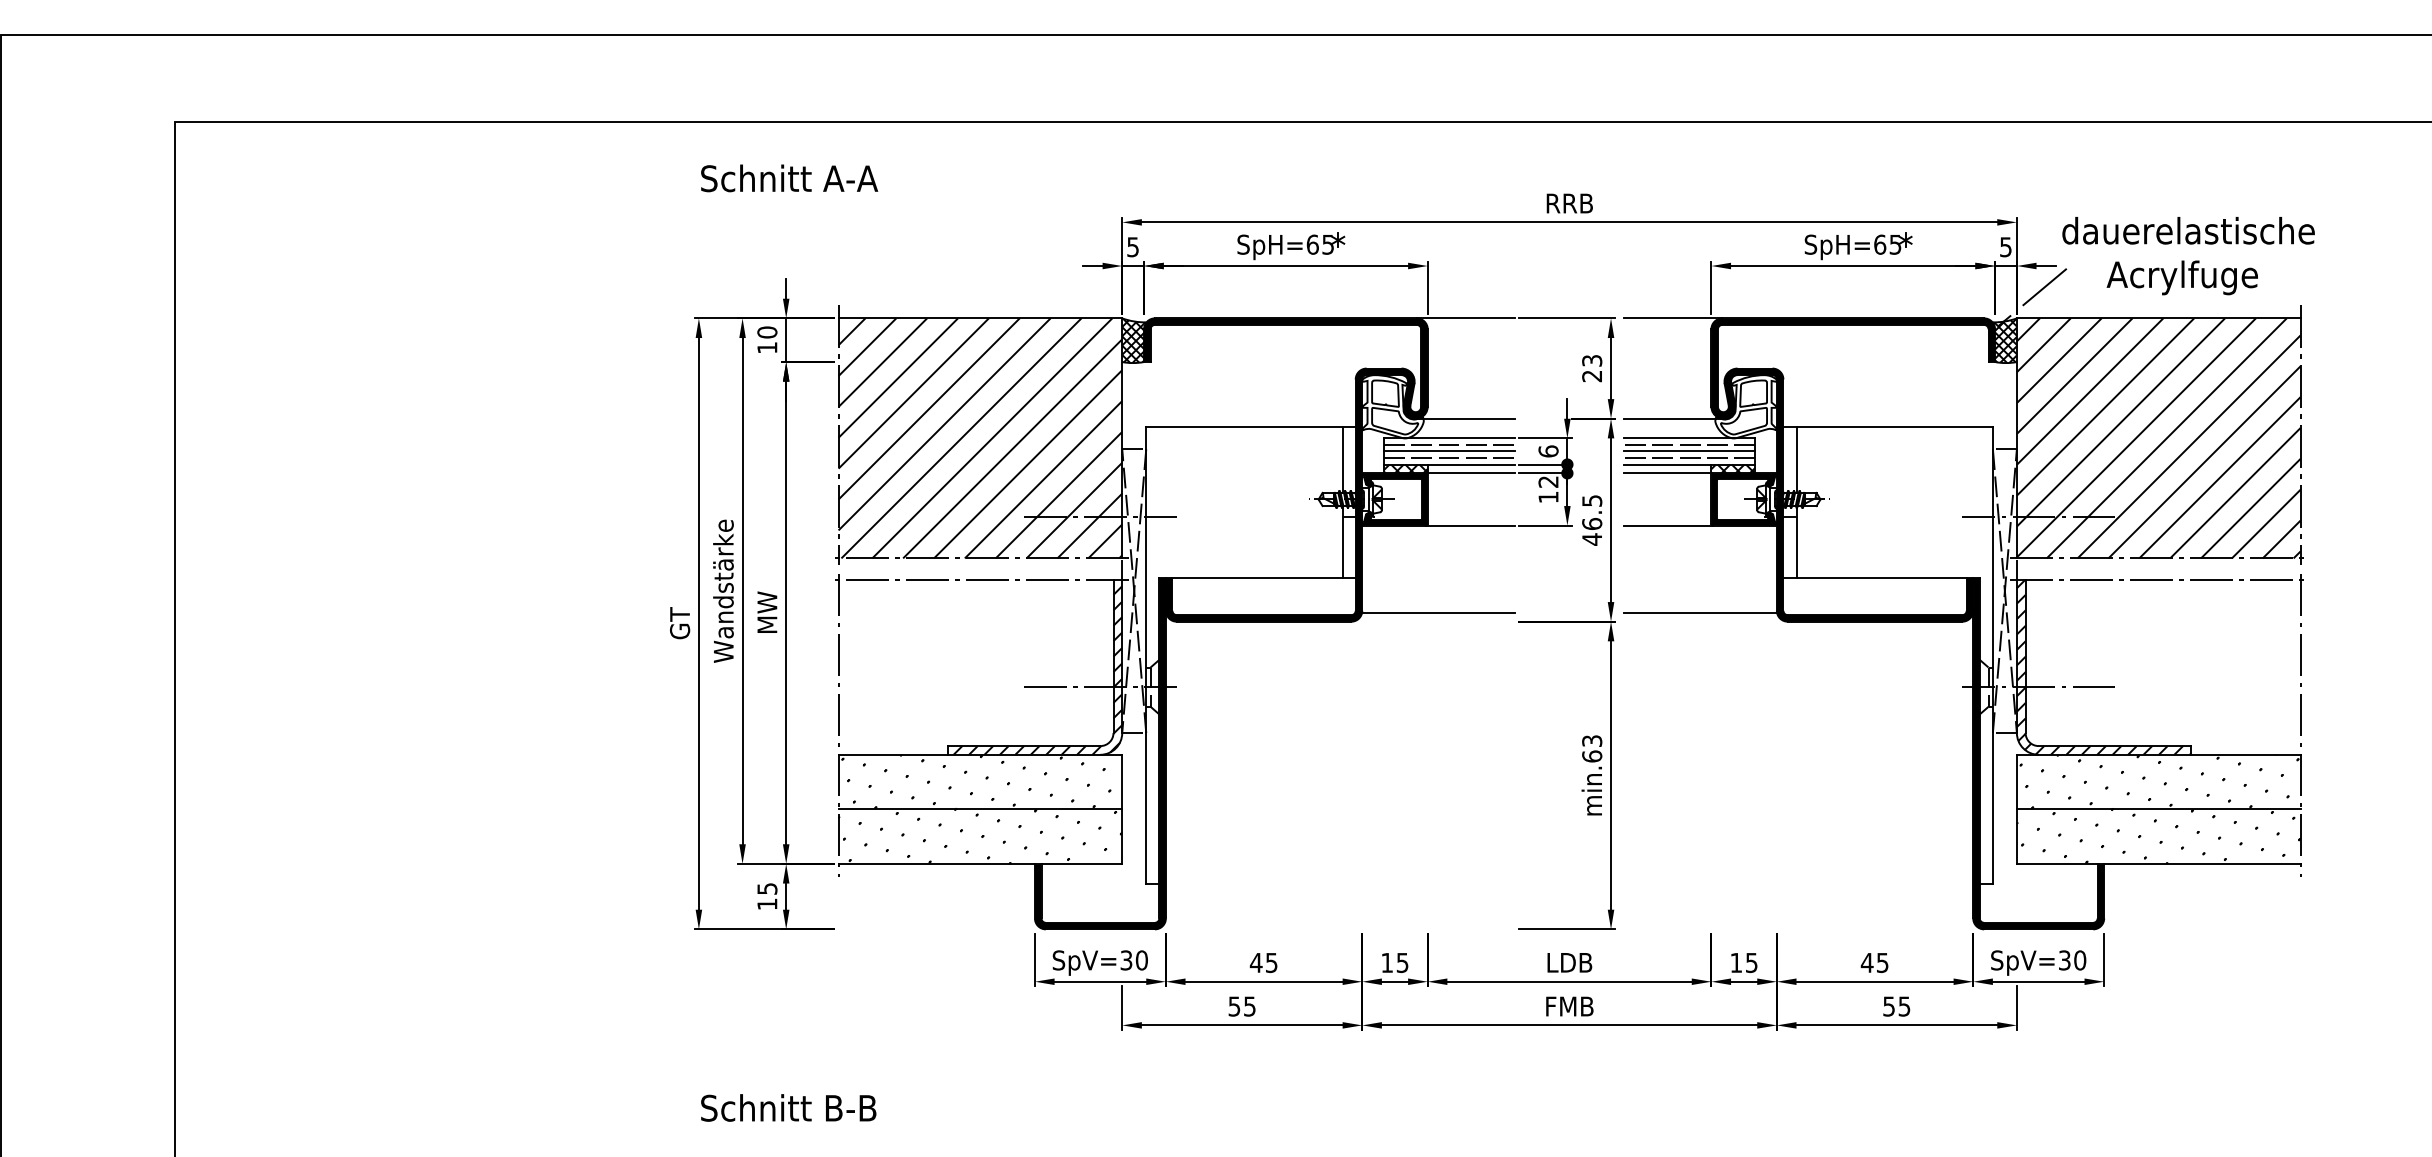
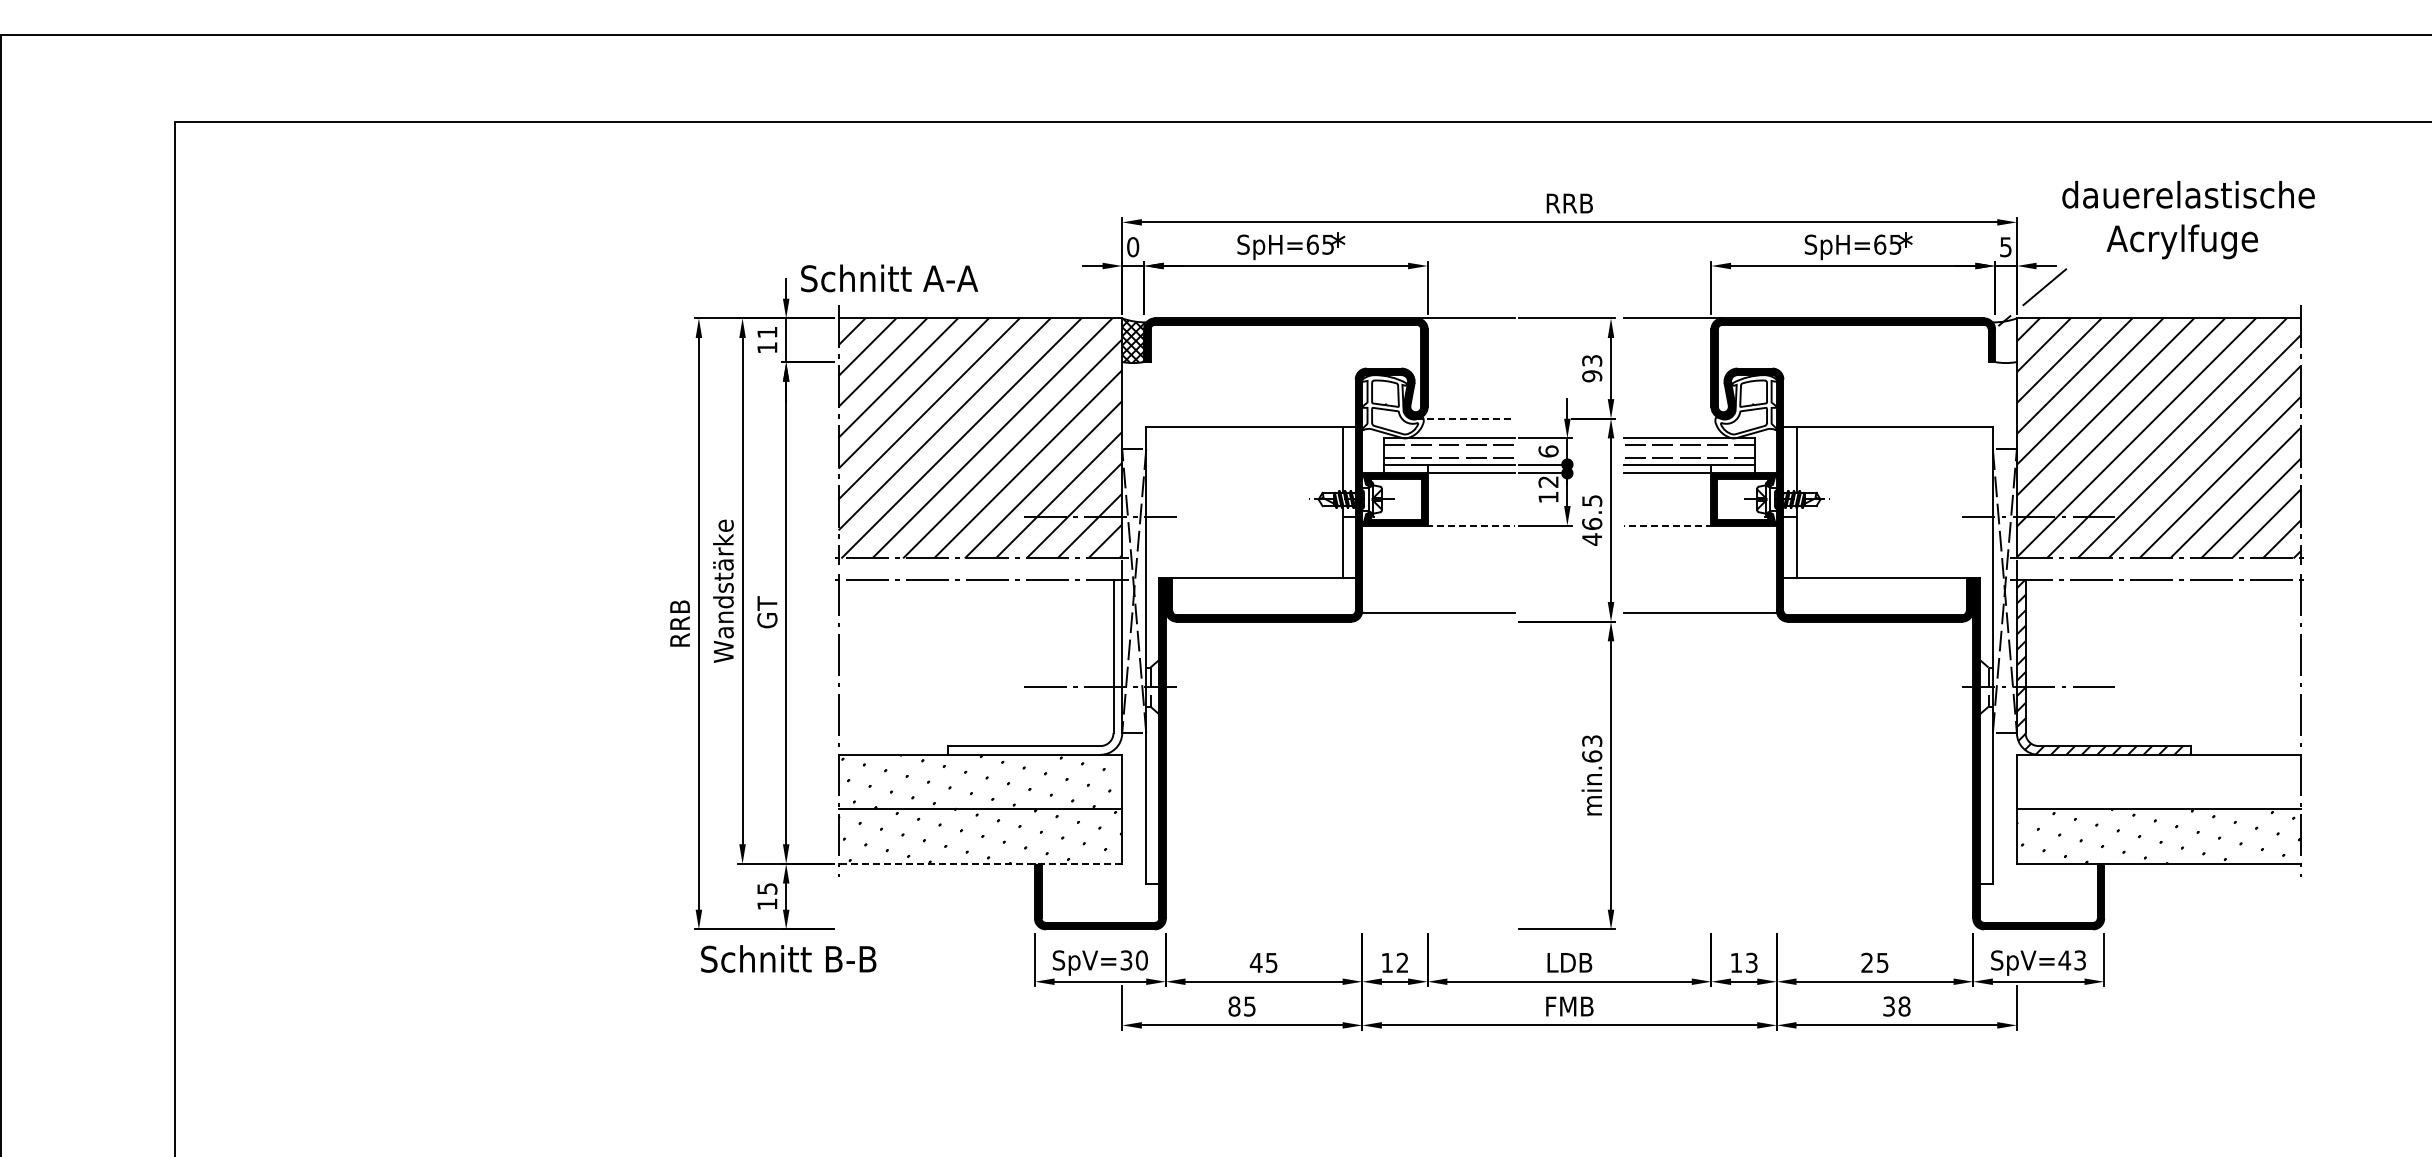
text at (789, 178) position: (789, 178) -> (889, 278)
text at (1133, 247): 5 -> 0
text at (2188, 256) position: (2188, 256) -> (2188, 220)
text at (767, 332): 10 -> 11
hatch at (2004, 340): present -> none
text at (1592, 376): 23 -> 93
line at (1465, 418): solid -> dashed
line at (1673, 418): present -> none
line at (1449, 451): present -> none
line at (1689, 451): present -> none
hatch at (1405, 468): present -> none
hatch at (1733, 468): present -> none
line at (1471, 525): solid -> dashed
line at (1667, 525): solid -> dashed
text at (767, 611): MW -> GT
text at (680, 623): GT -> RRB
hatch at (1037, 670): present -> none
hatch at (2159, 781): present -> none
line at (980, 863): solid -> dashed
text at (2072, 960): SpV=30 -> SpV=43
text at (1402, 962): 15 -> 12
text at (1751, 962): 15 -> 13
text at (1866, 962): 45 -> 25
text at (1234, 1006): 55 -> 85
text at (1896, 1006): 55 -> 38
text at (788, 1107) position: (788, 1107) -> (788, 958)
